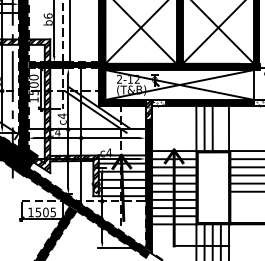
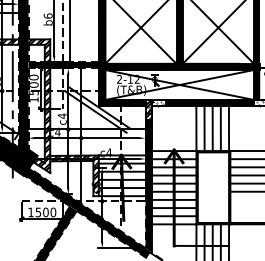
fill at (256, 84): none -> present
line at (220, 128): none -> present
text at (53, 212): 1505 -> 1500
